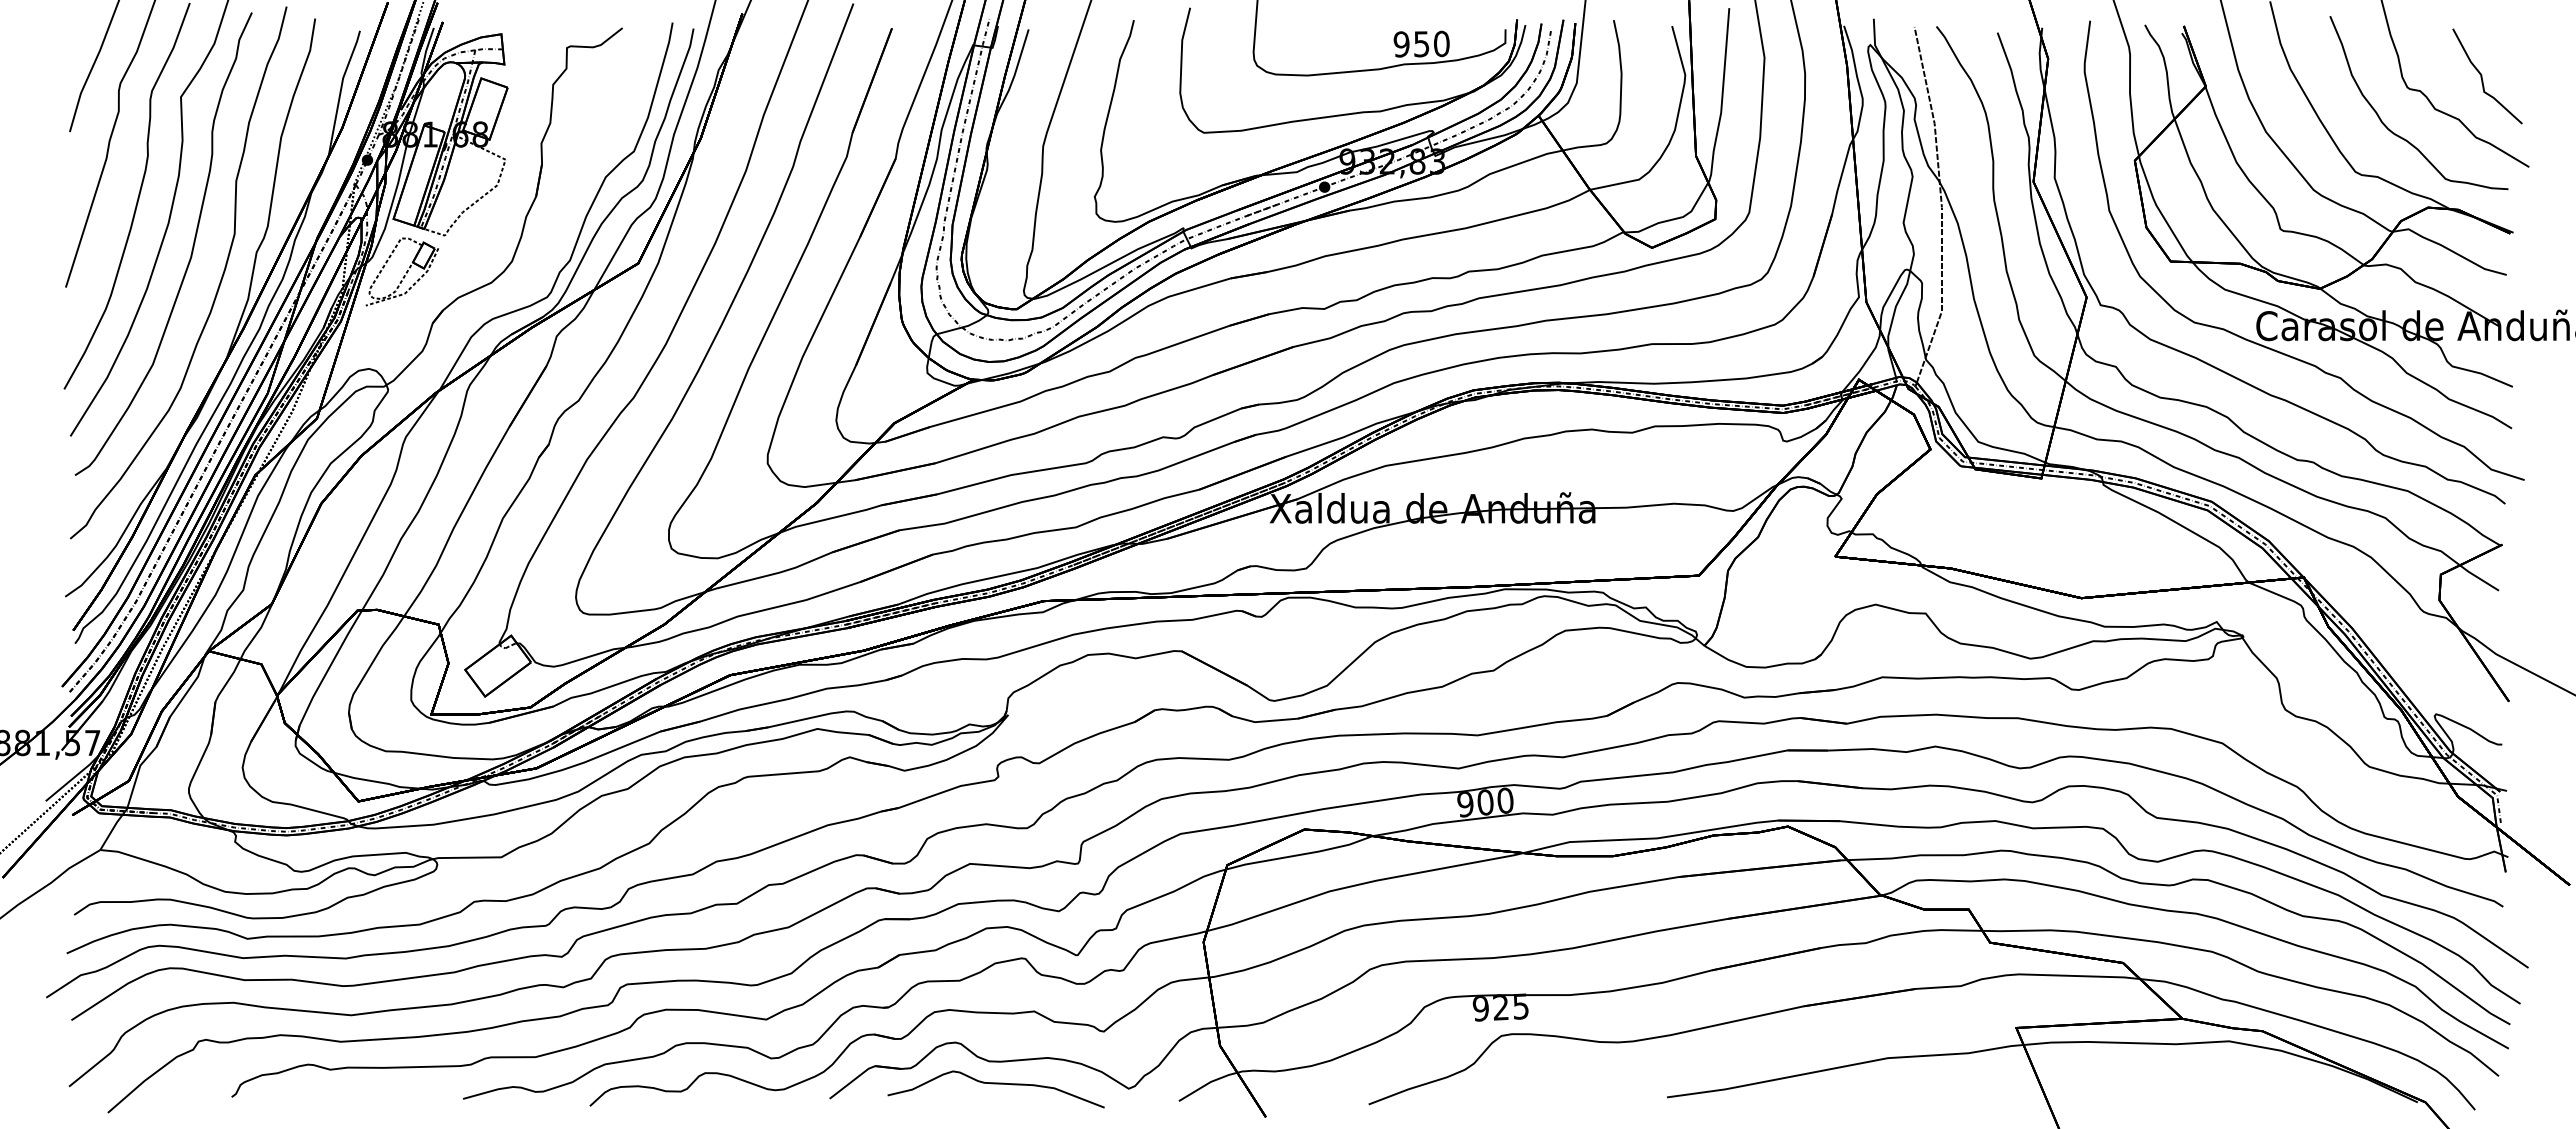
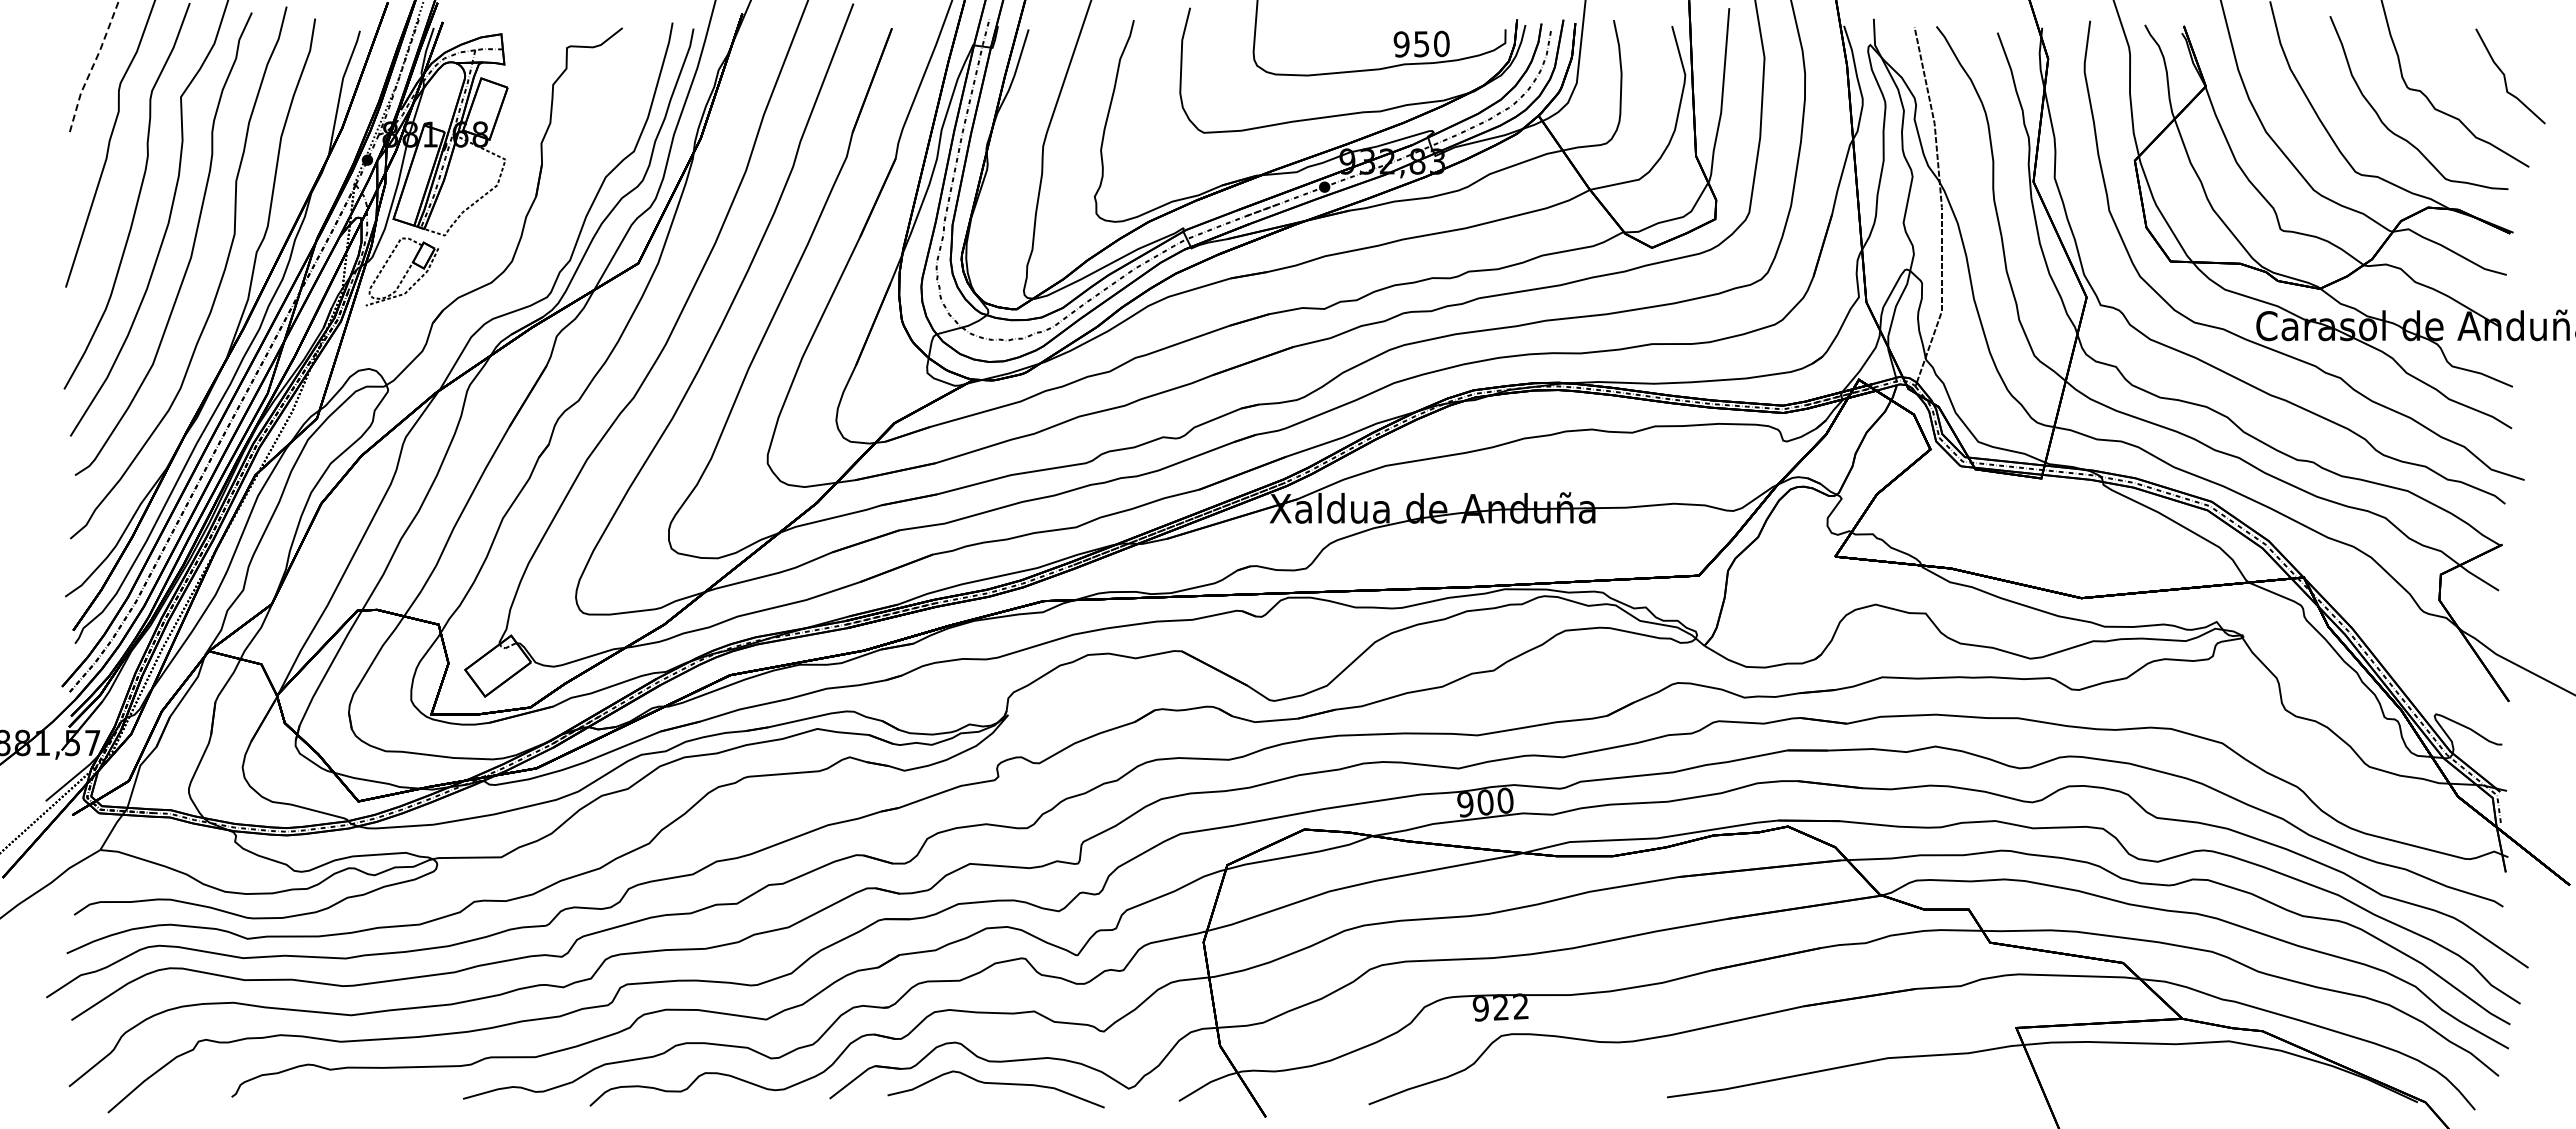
line at (92, 66): solid -> dashed
curve at (2482, 76) position: (2482, 76) -> (2505, 76)
text at (1520, 1006): 925 -> 922
